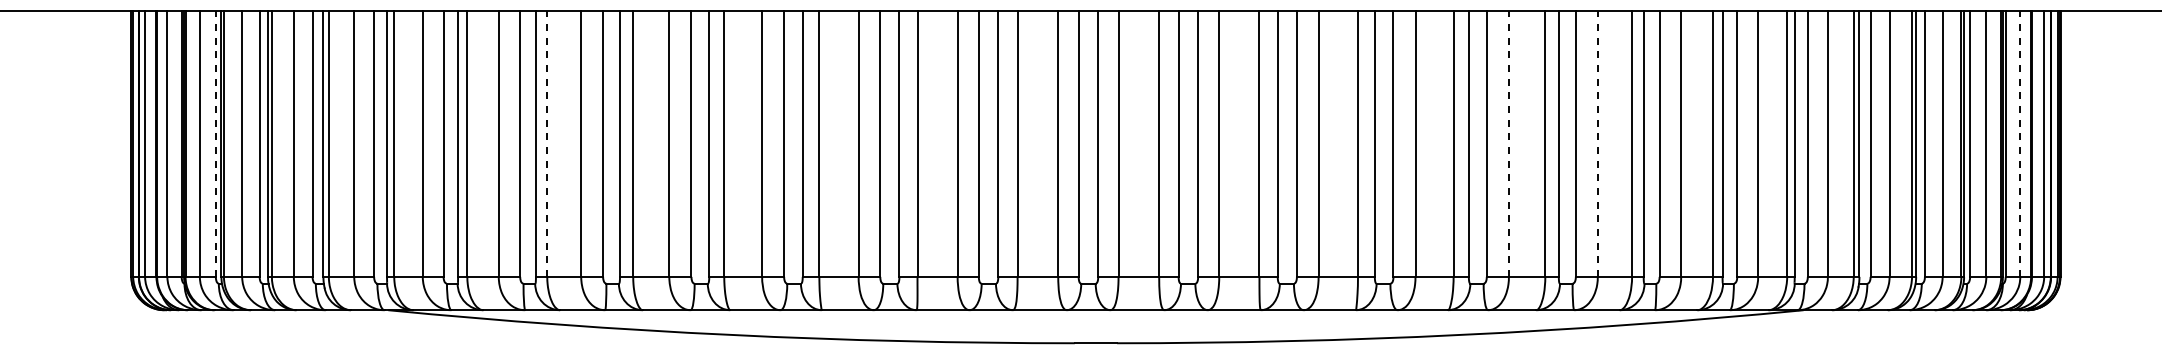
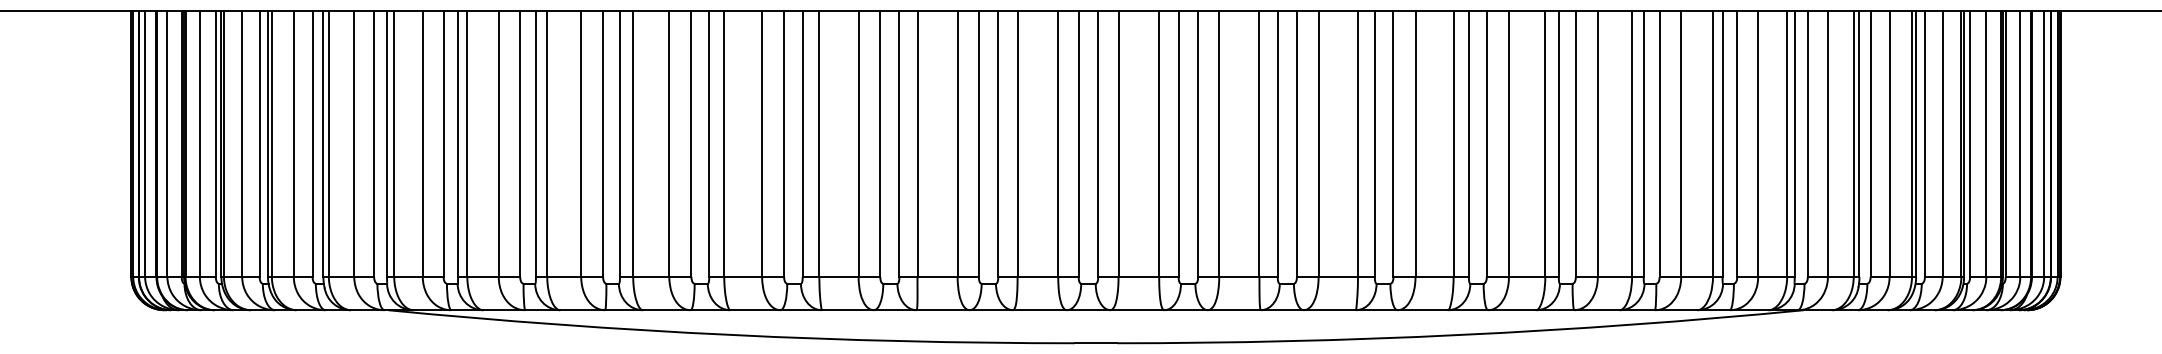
line at (215, 143): dashed -> solid
line at (547, 143): dashed -> solid
line at (1508, 143): dashed -> solid
line at (1597, 143): dashed -> solid
line at (2020, 143): dashed -> solid
